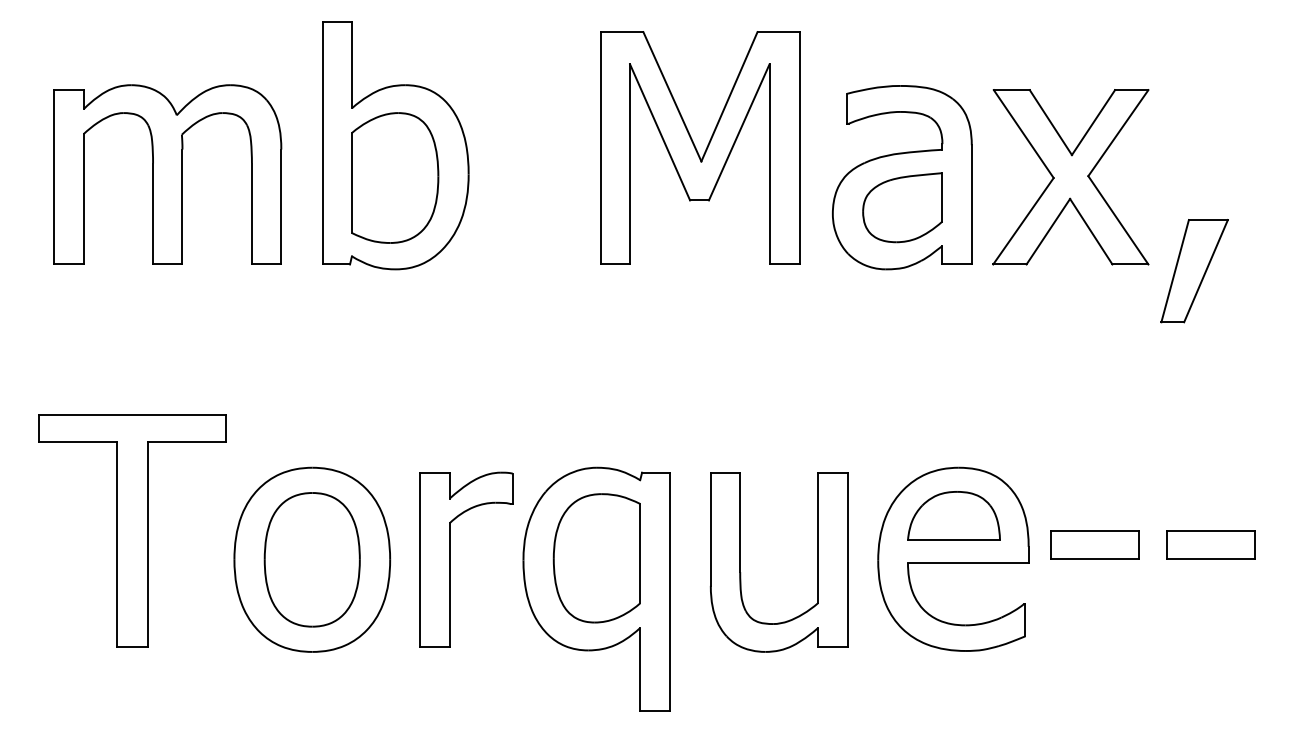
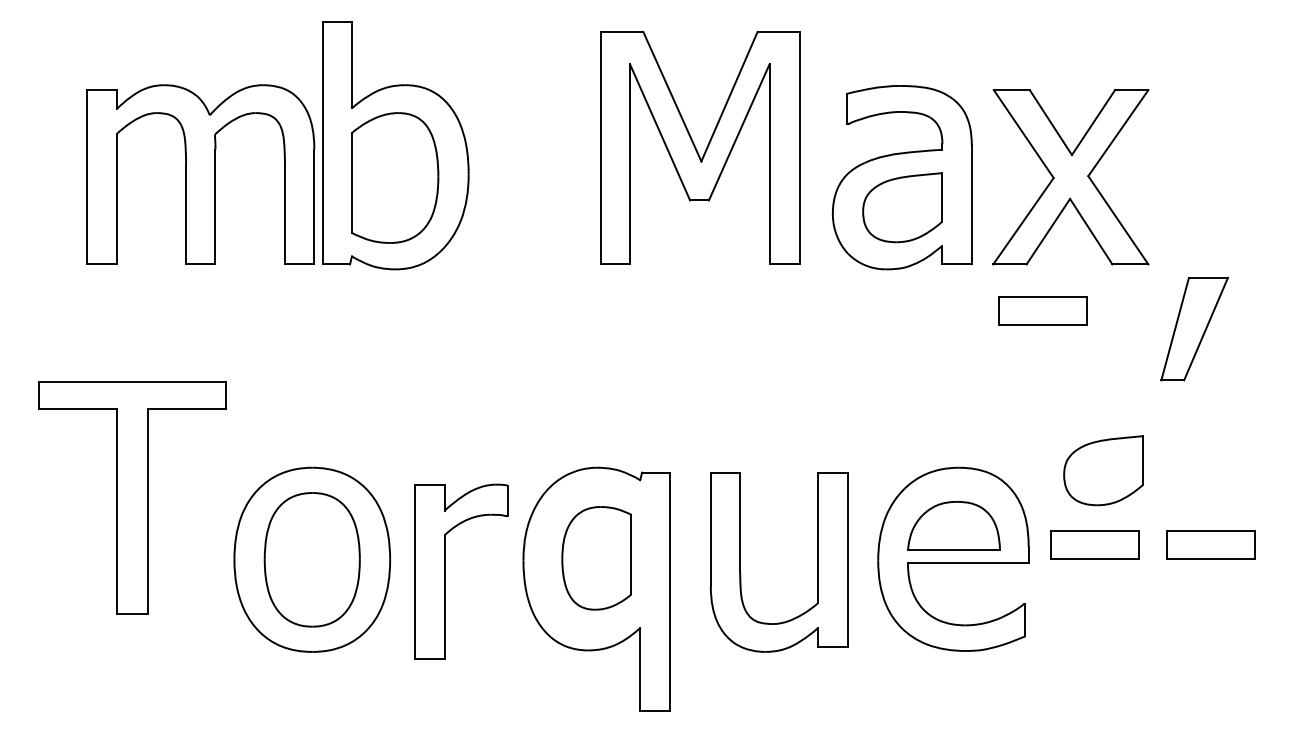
part at (167, 174) position: (167, 174) -> (200, 174)
part at (1194, 271) position: (1194, 271) -> (1194, 329)
part at (1042, 310): none -> present
part at (1103, 470): none -> present
part at (953, 515) position: (953, 515) -> (953, 525)
part at (132, 530) position: (132, 530) -> (132, 497)
part at (596, 558) size: 89x131 px -> 71x105 px
part at (450, 559) position: (450, 559) -> (445, 571)
